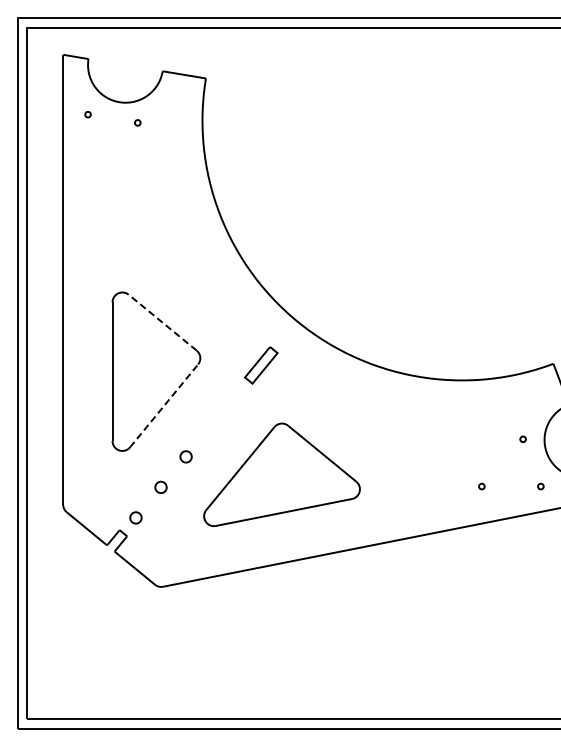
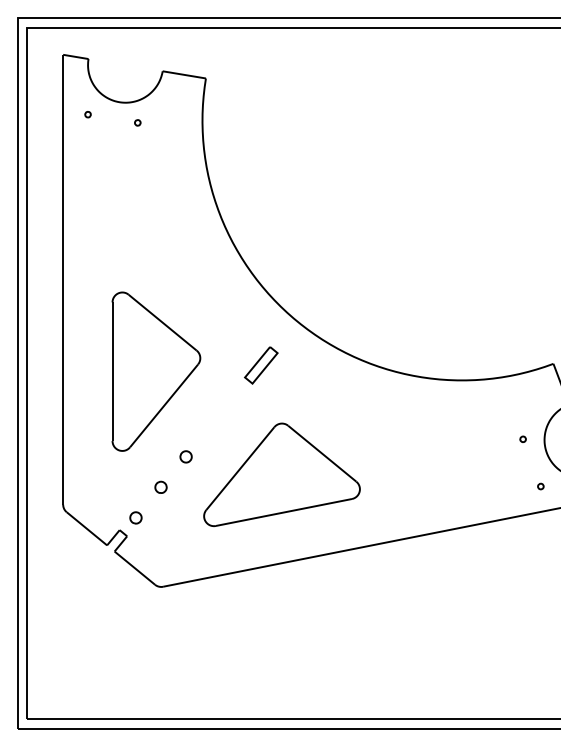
line at (162, 322): dashed -> solid
line at (164, 405): dashed -> solid
part at (481, 486): present -> none
